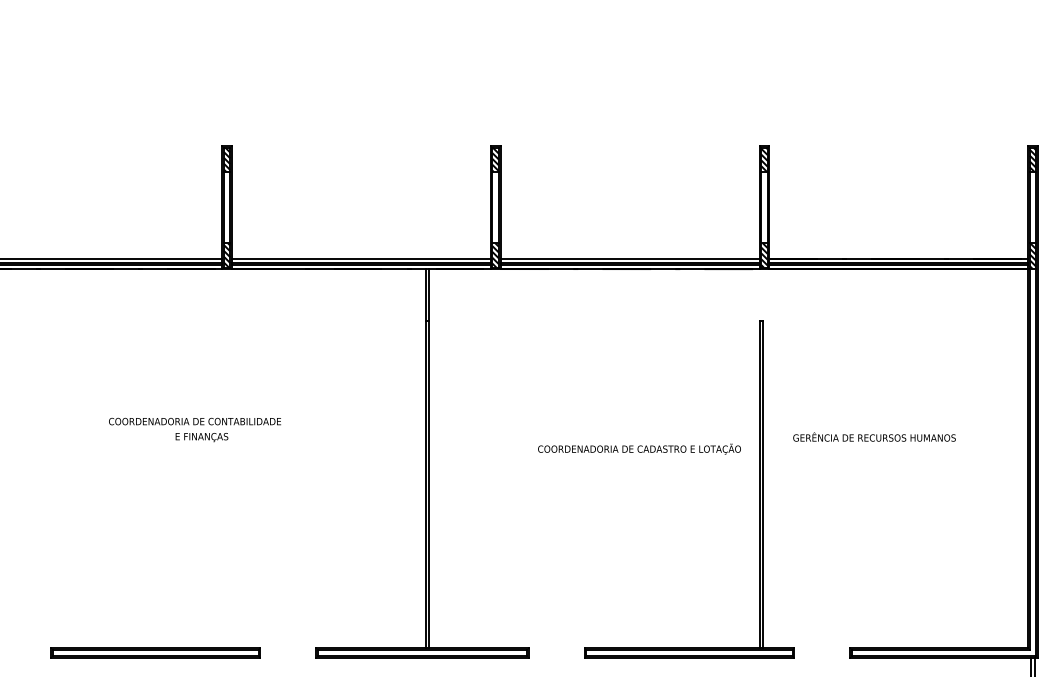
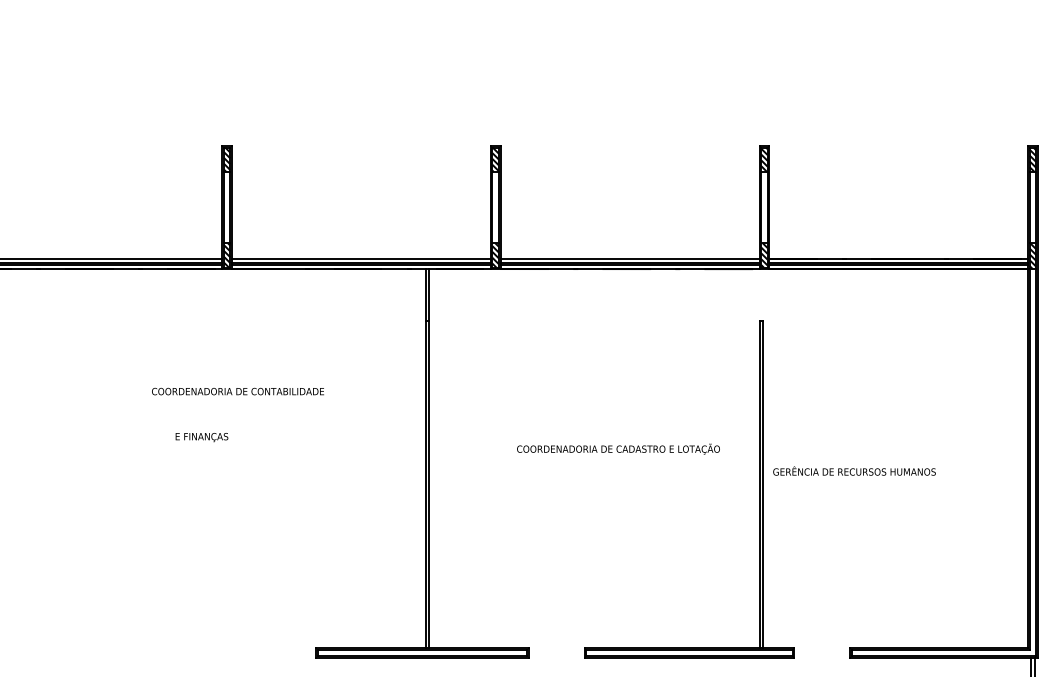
text at (194, 421) position: (194, 421) -> (237, 391)
text at (874, 436) position: (874, 436) -> (854, 470)
text at (639, 448) position: (639, 448) -> (618, 448)
part at (155, 652): present -> none
